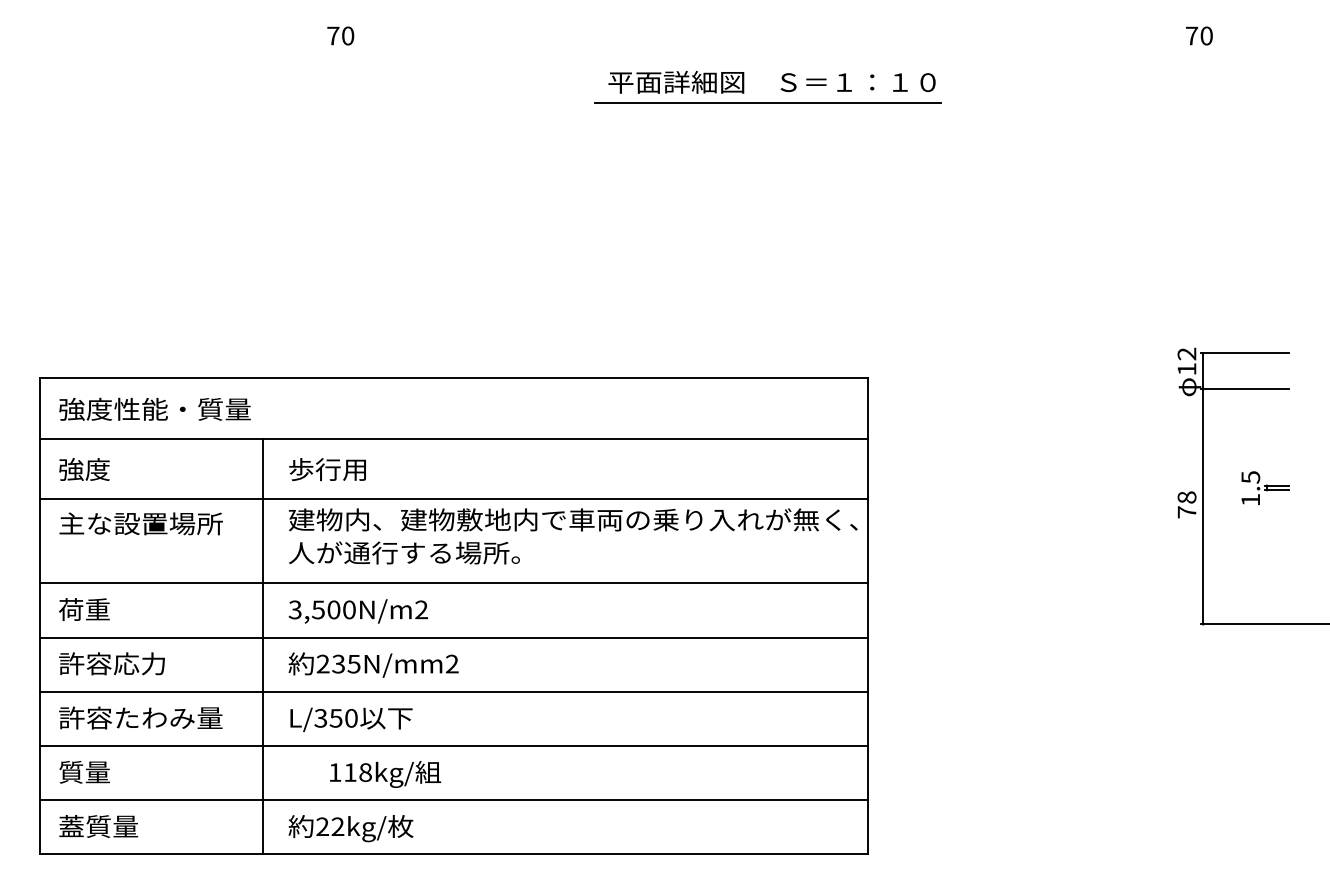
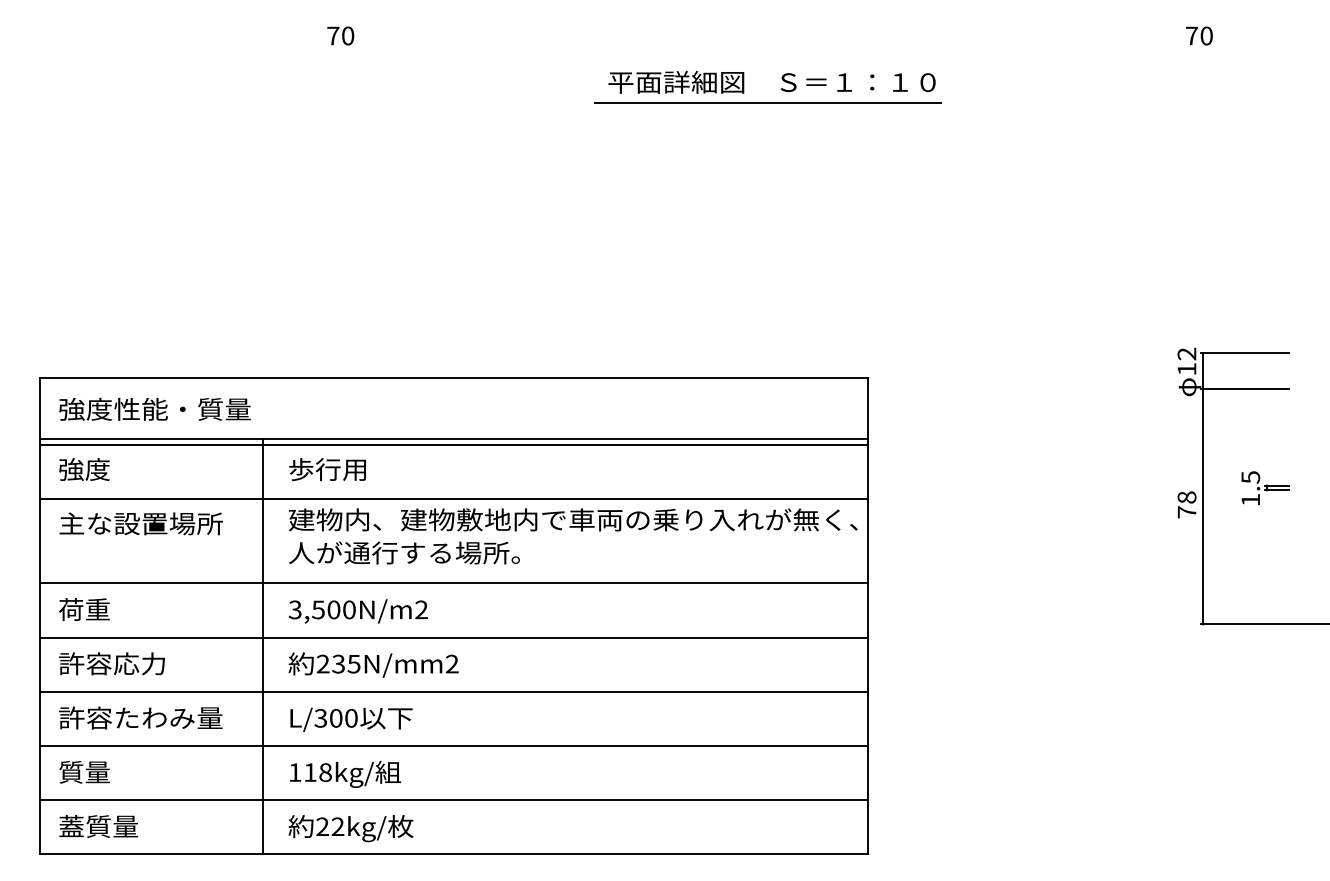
line at (453, 444): none -> present
text at (335, 718): L/350 -> L/300
text at (385, 774) position: (385, 774) -> (345, 774)
